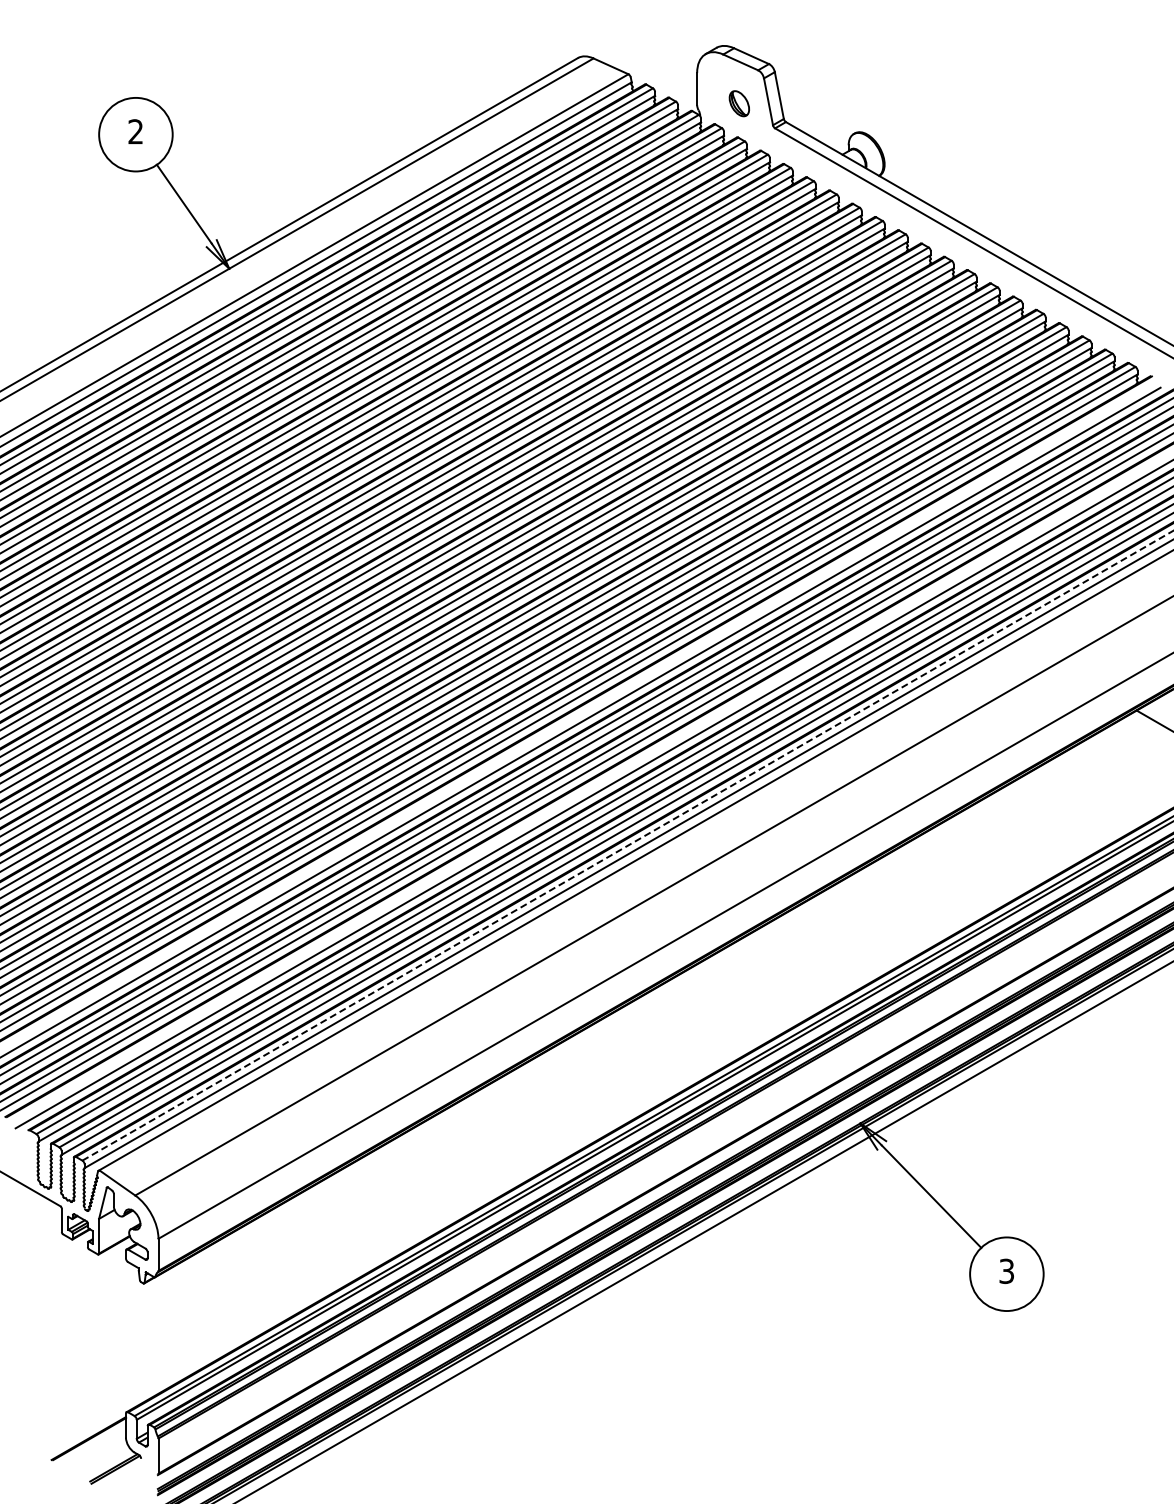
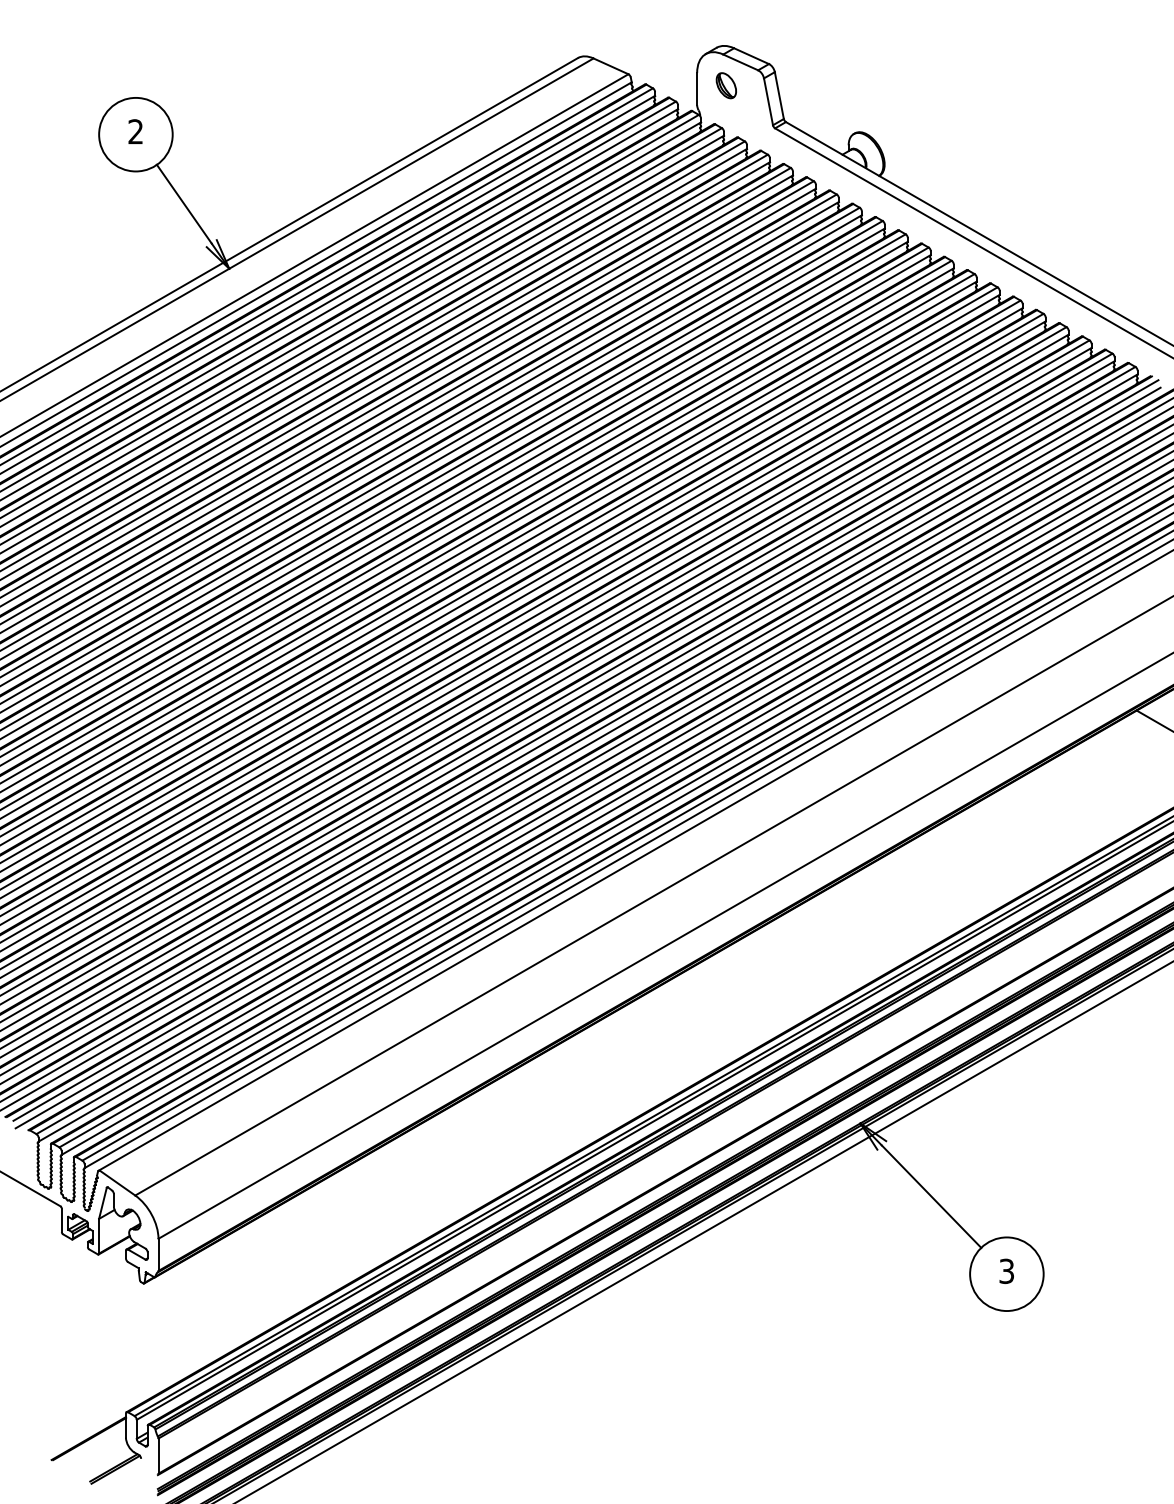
part at (738, 103) position: (738, 103) -> (725, 85)
line at (580, 713): none -> present
line at (591, 786): none -> present
line at (627, 845): dashed -> solid
